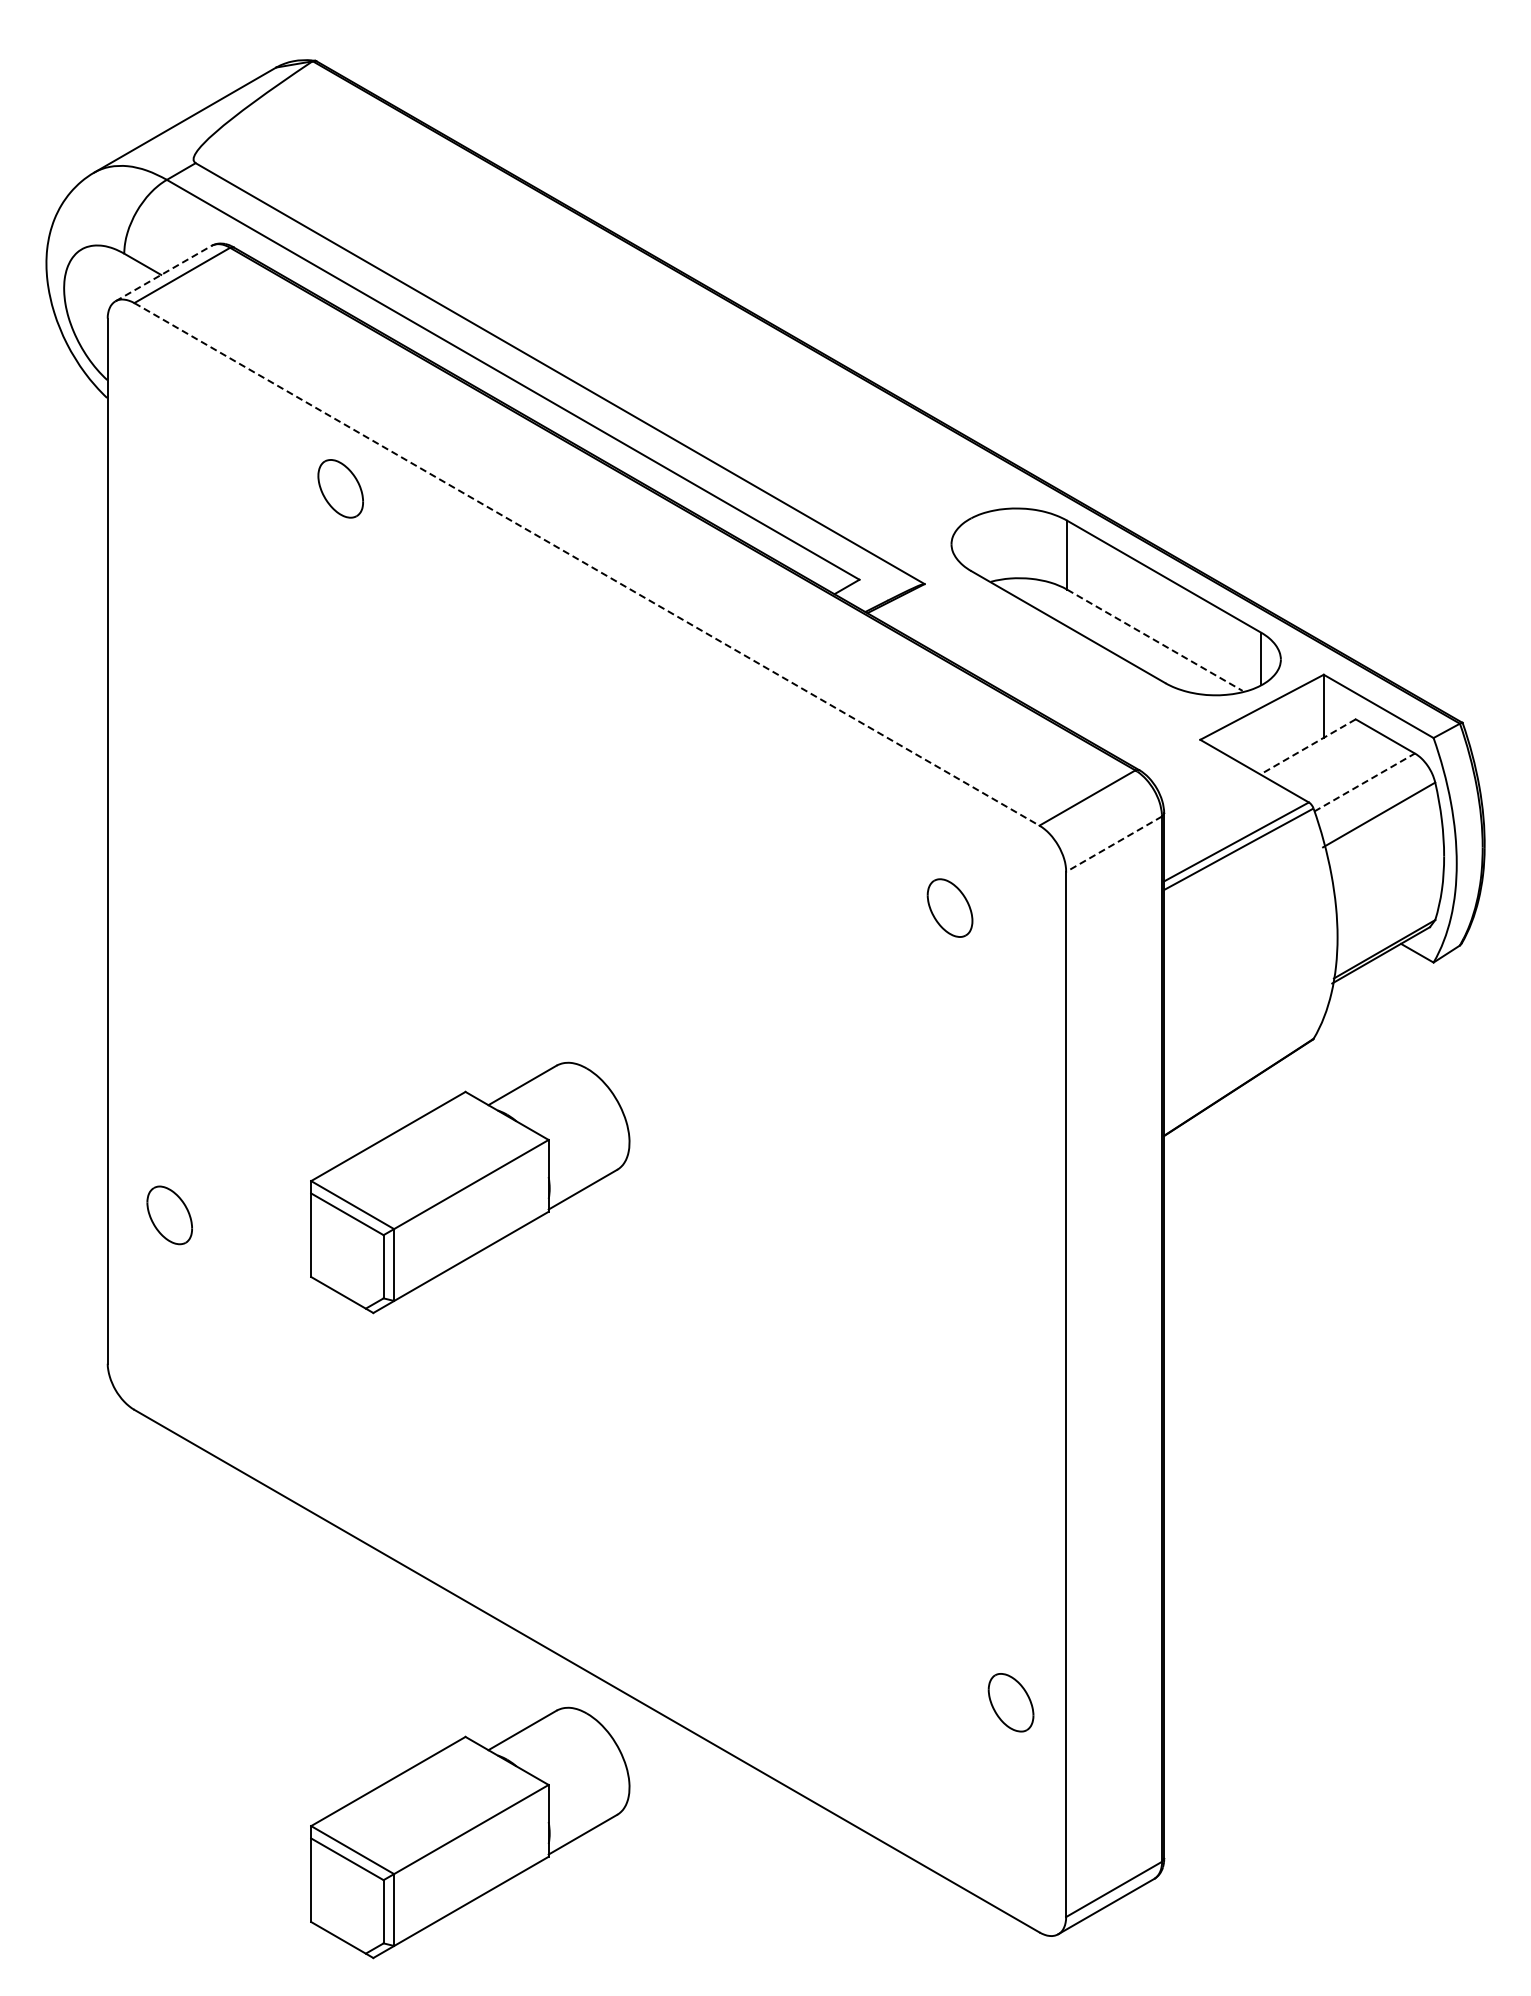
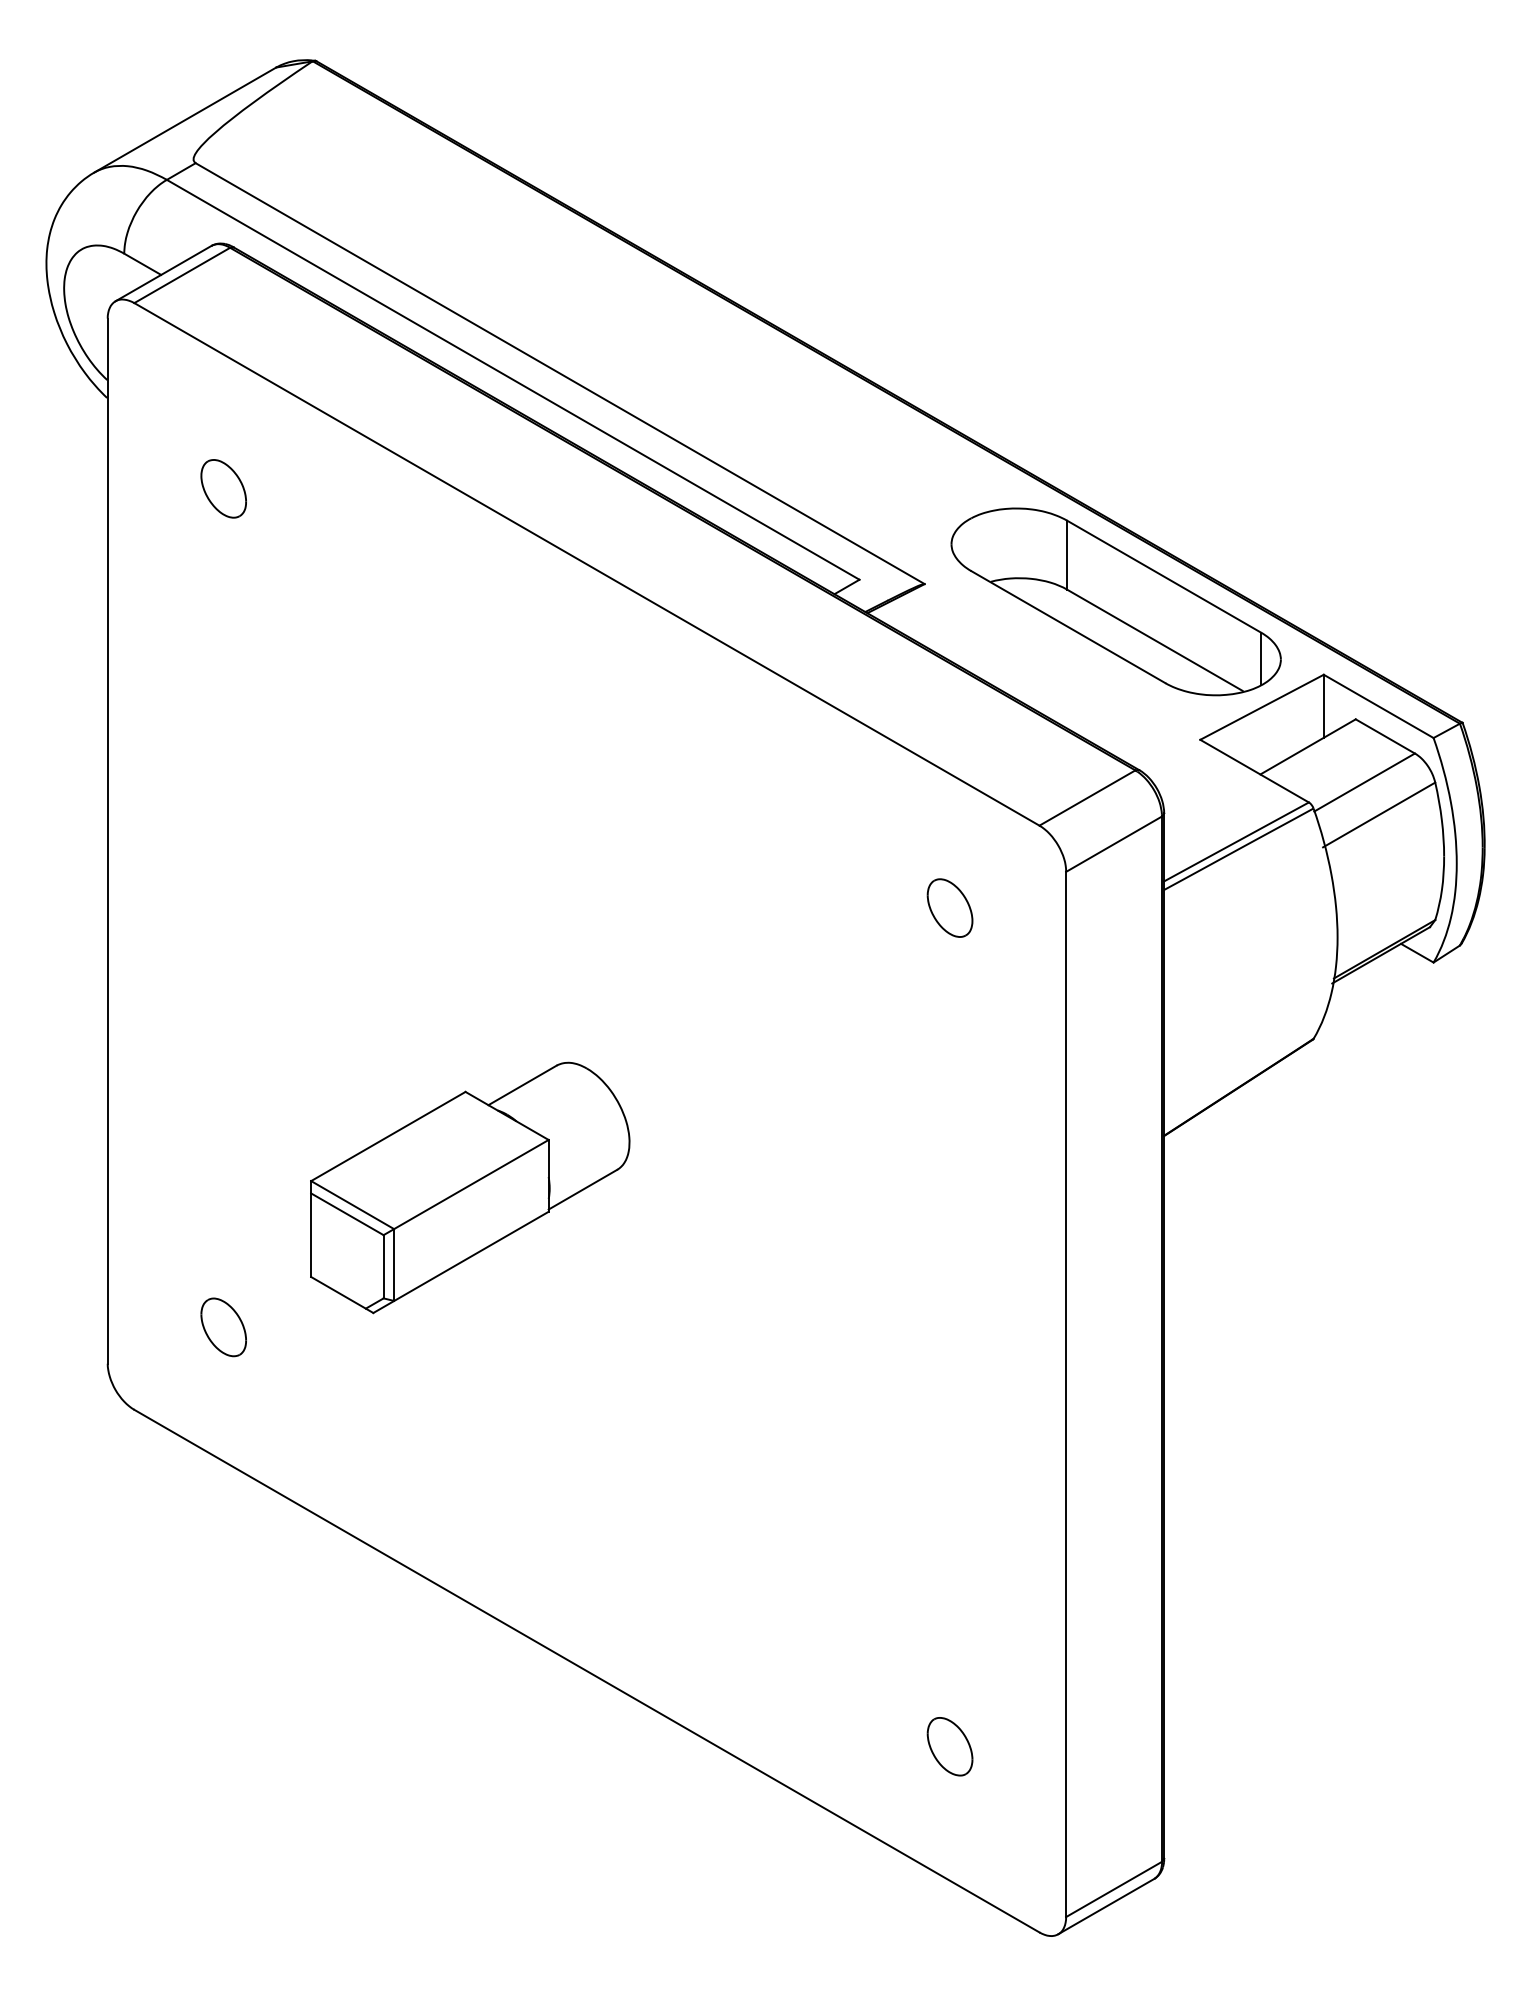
line at (163, 273): dashed -> solid
part at (340, 488) position: (340, 488) -> (223, 488)
line at (586, 564): dashed -> solid
line at (1155, 640): dashed -> solid
line at (1307, 747): dashed -> solid
line at (1365, 782): dashed -> solid
line at (1113, 844): dashed -> solid
part at (169, 1215) position: (169, 1215) -> (223, 1327)
part at (1010, 1702) position: (1010, 1702) -> (949, 1746)
part at (470, 1832): present -> none
